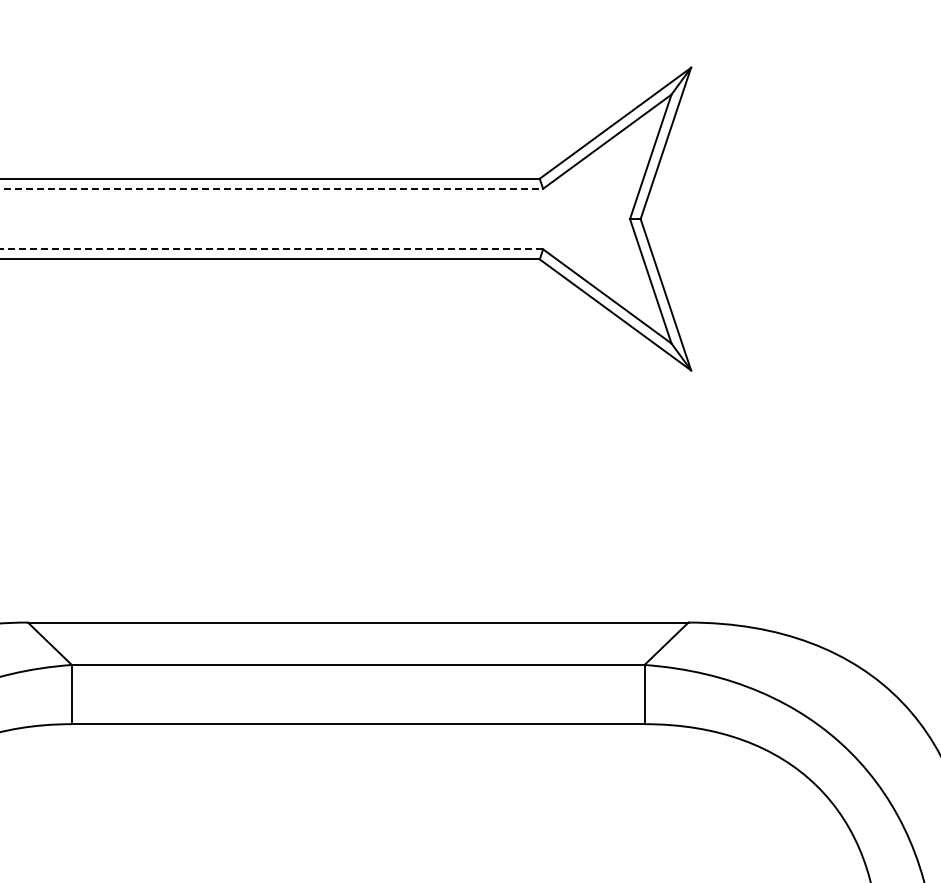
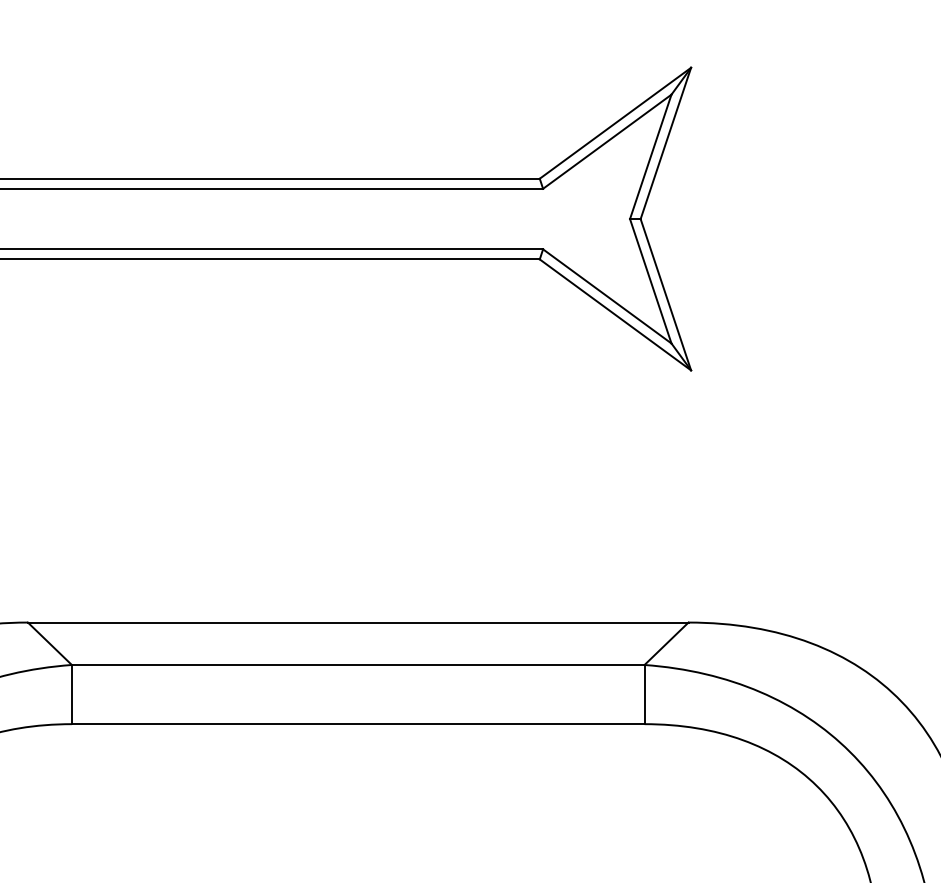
line at (272, 188): dashed -> solid
line at (271, 249): dashed -> solid
